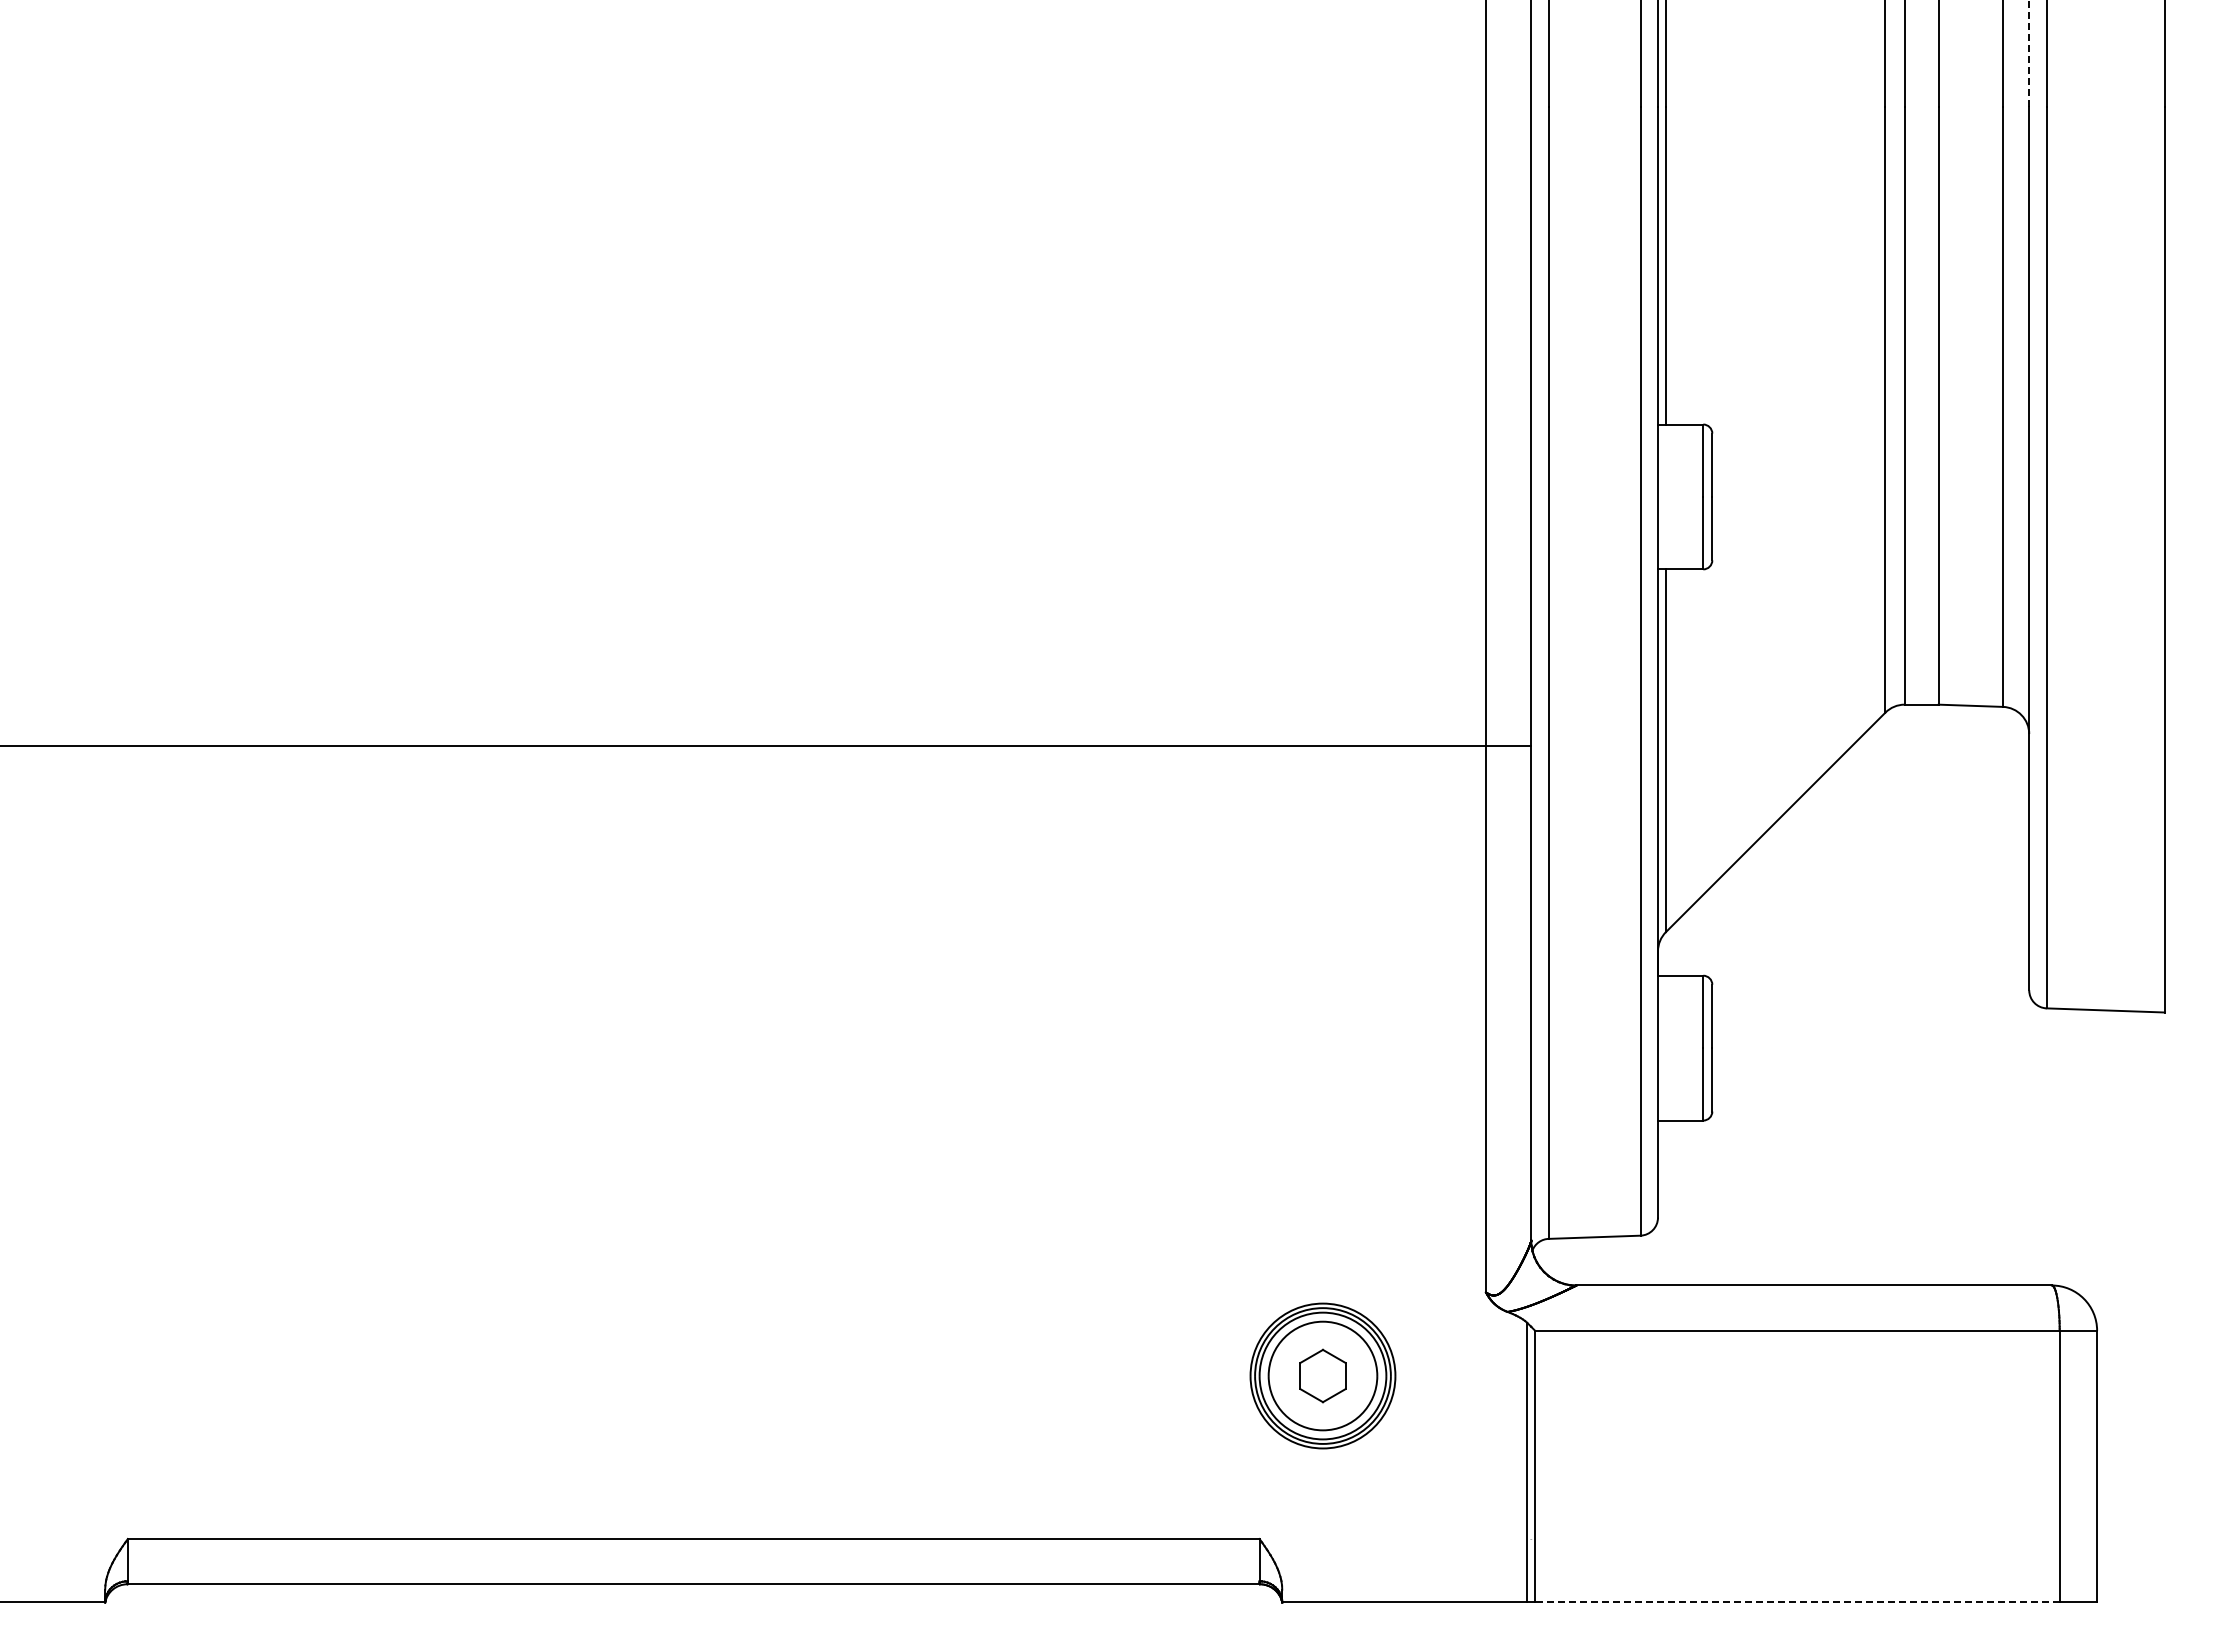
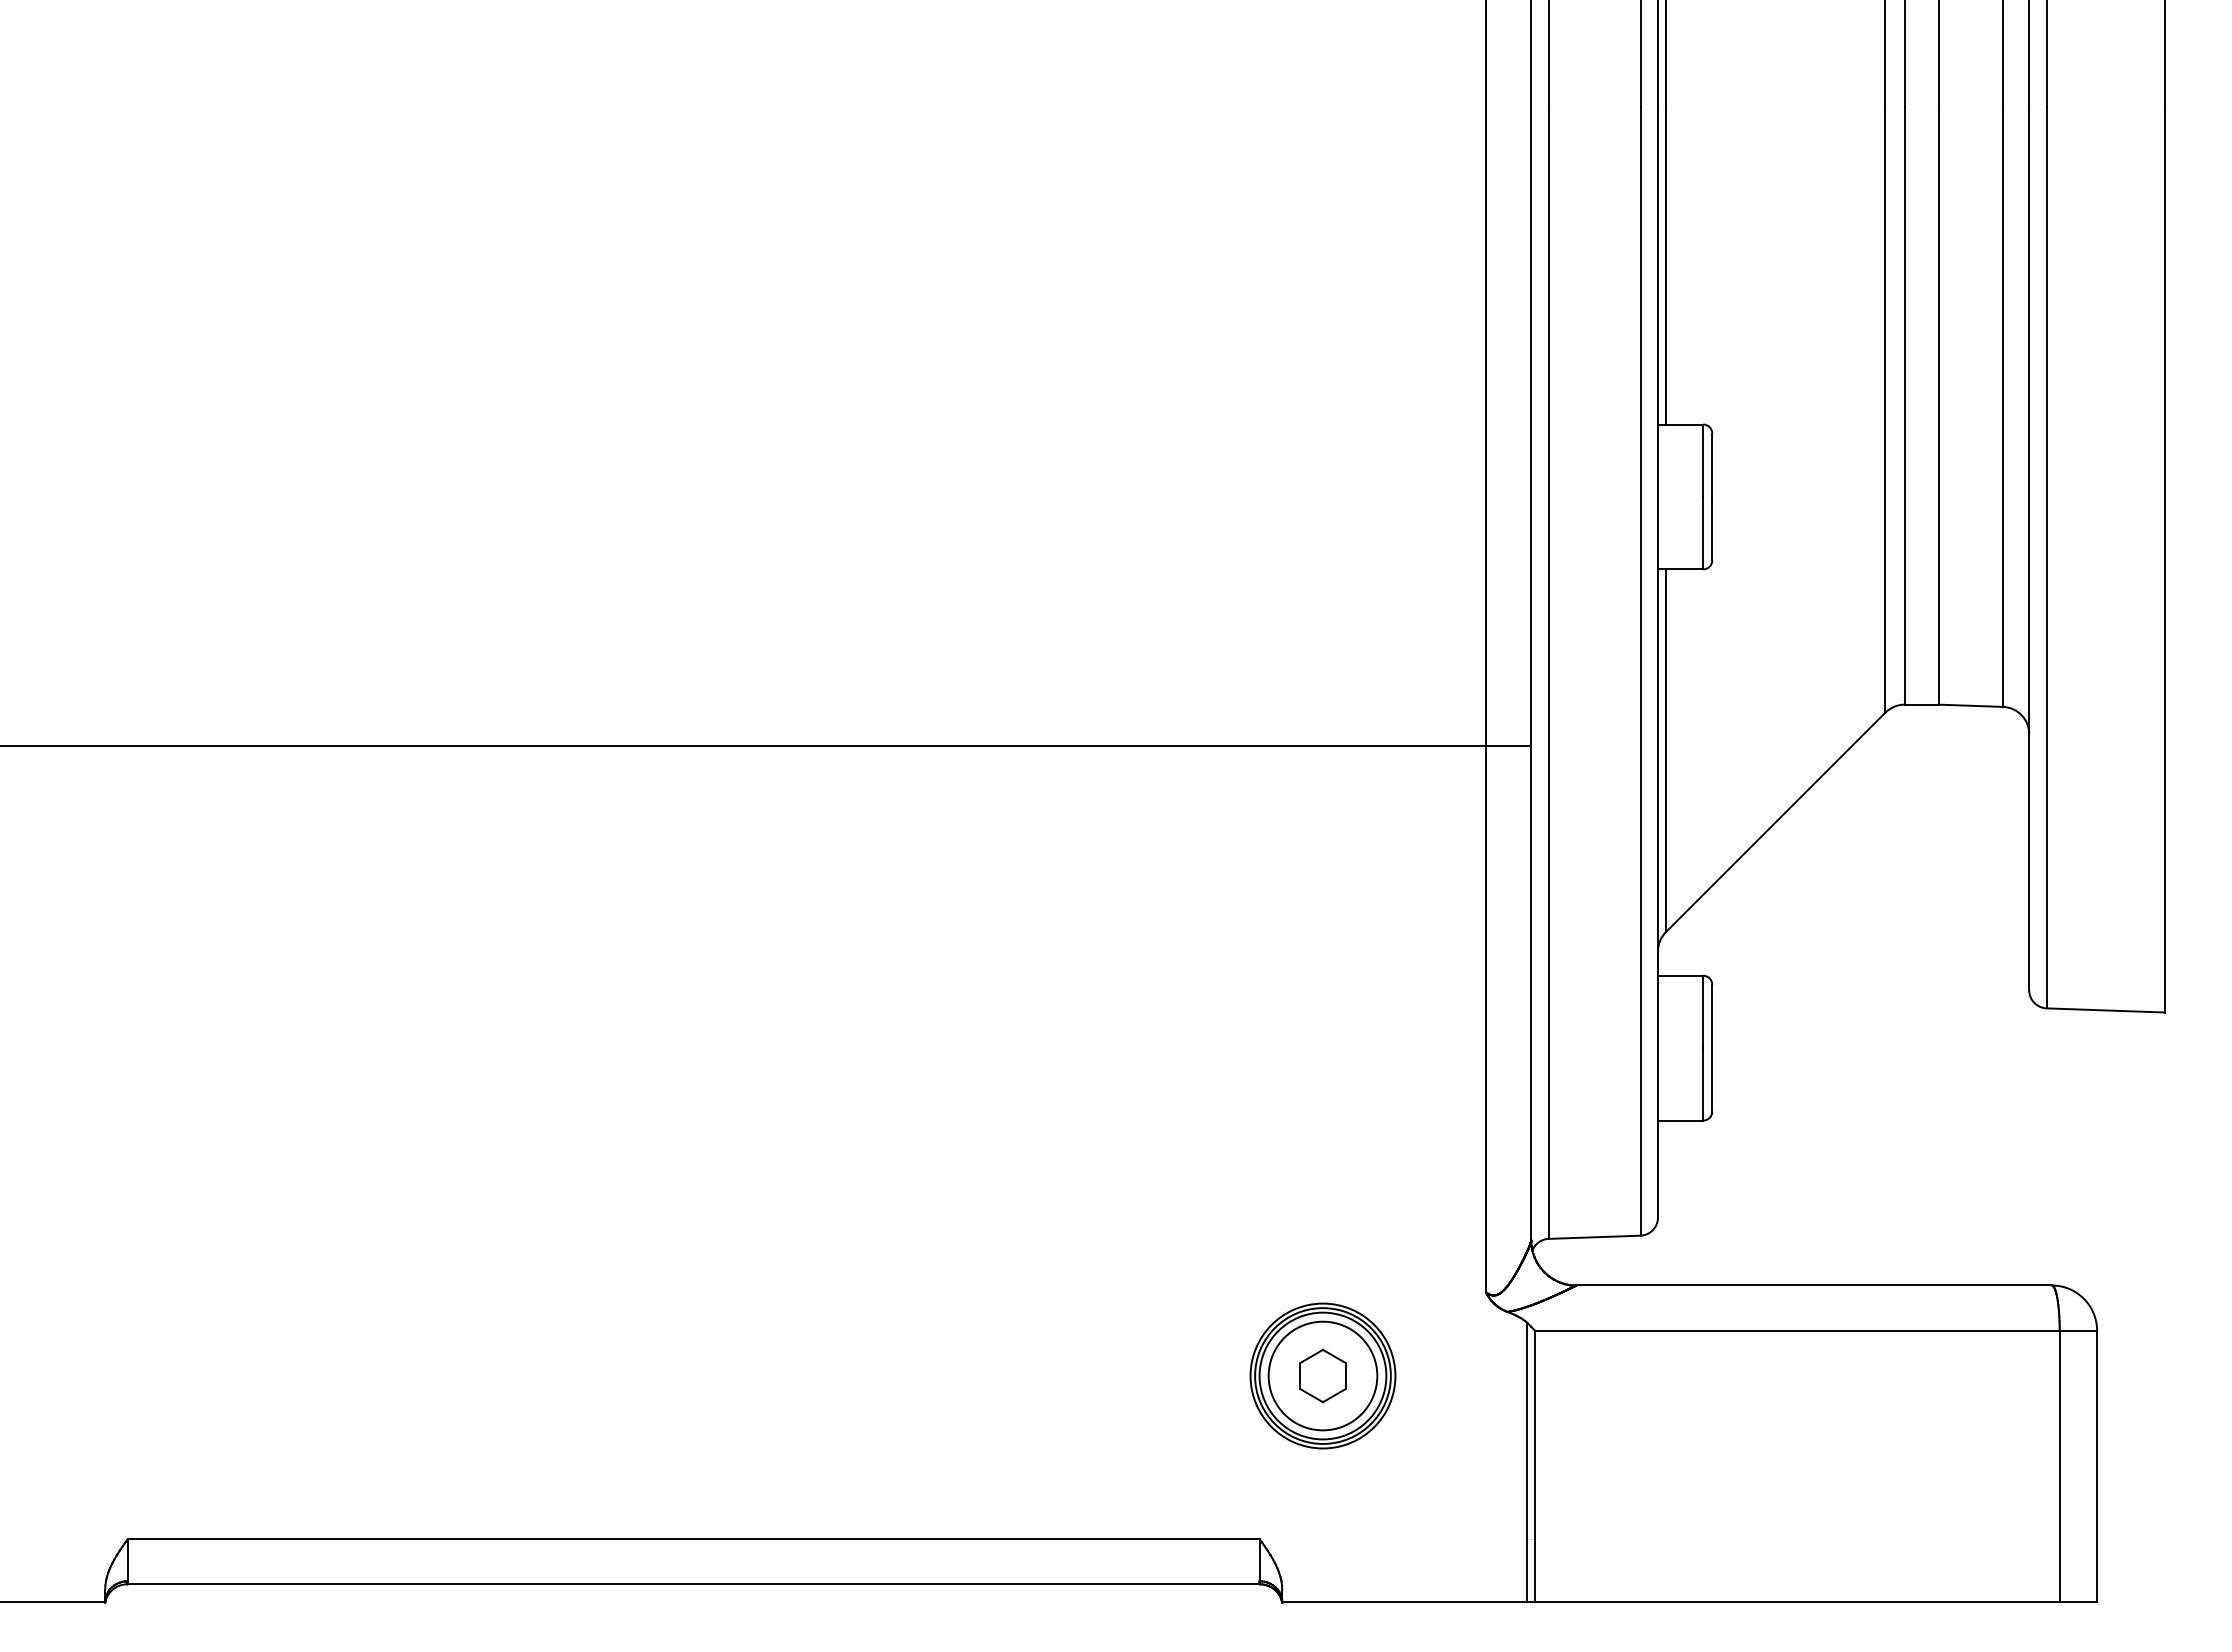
line at (2029, 53): dashed -> solid
line at (1796, 1602): dashed -> solid
